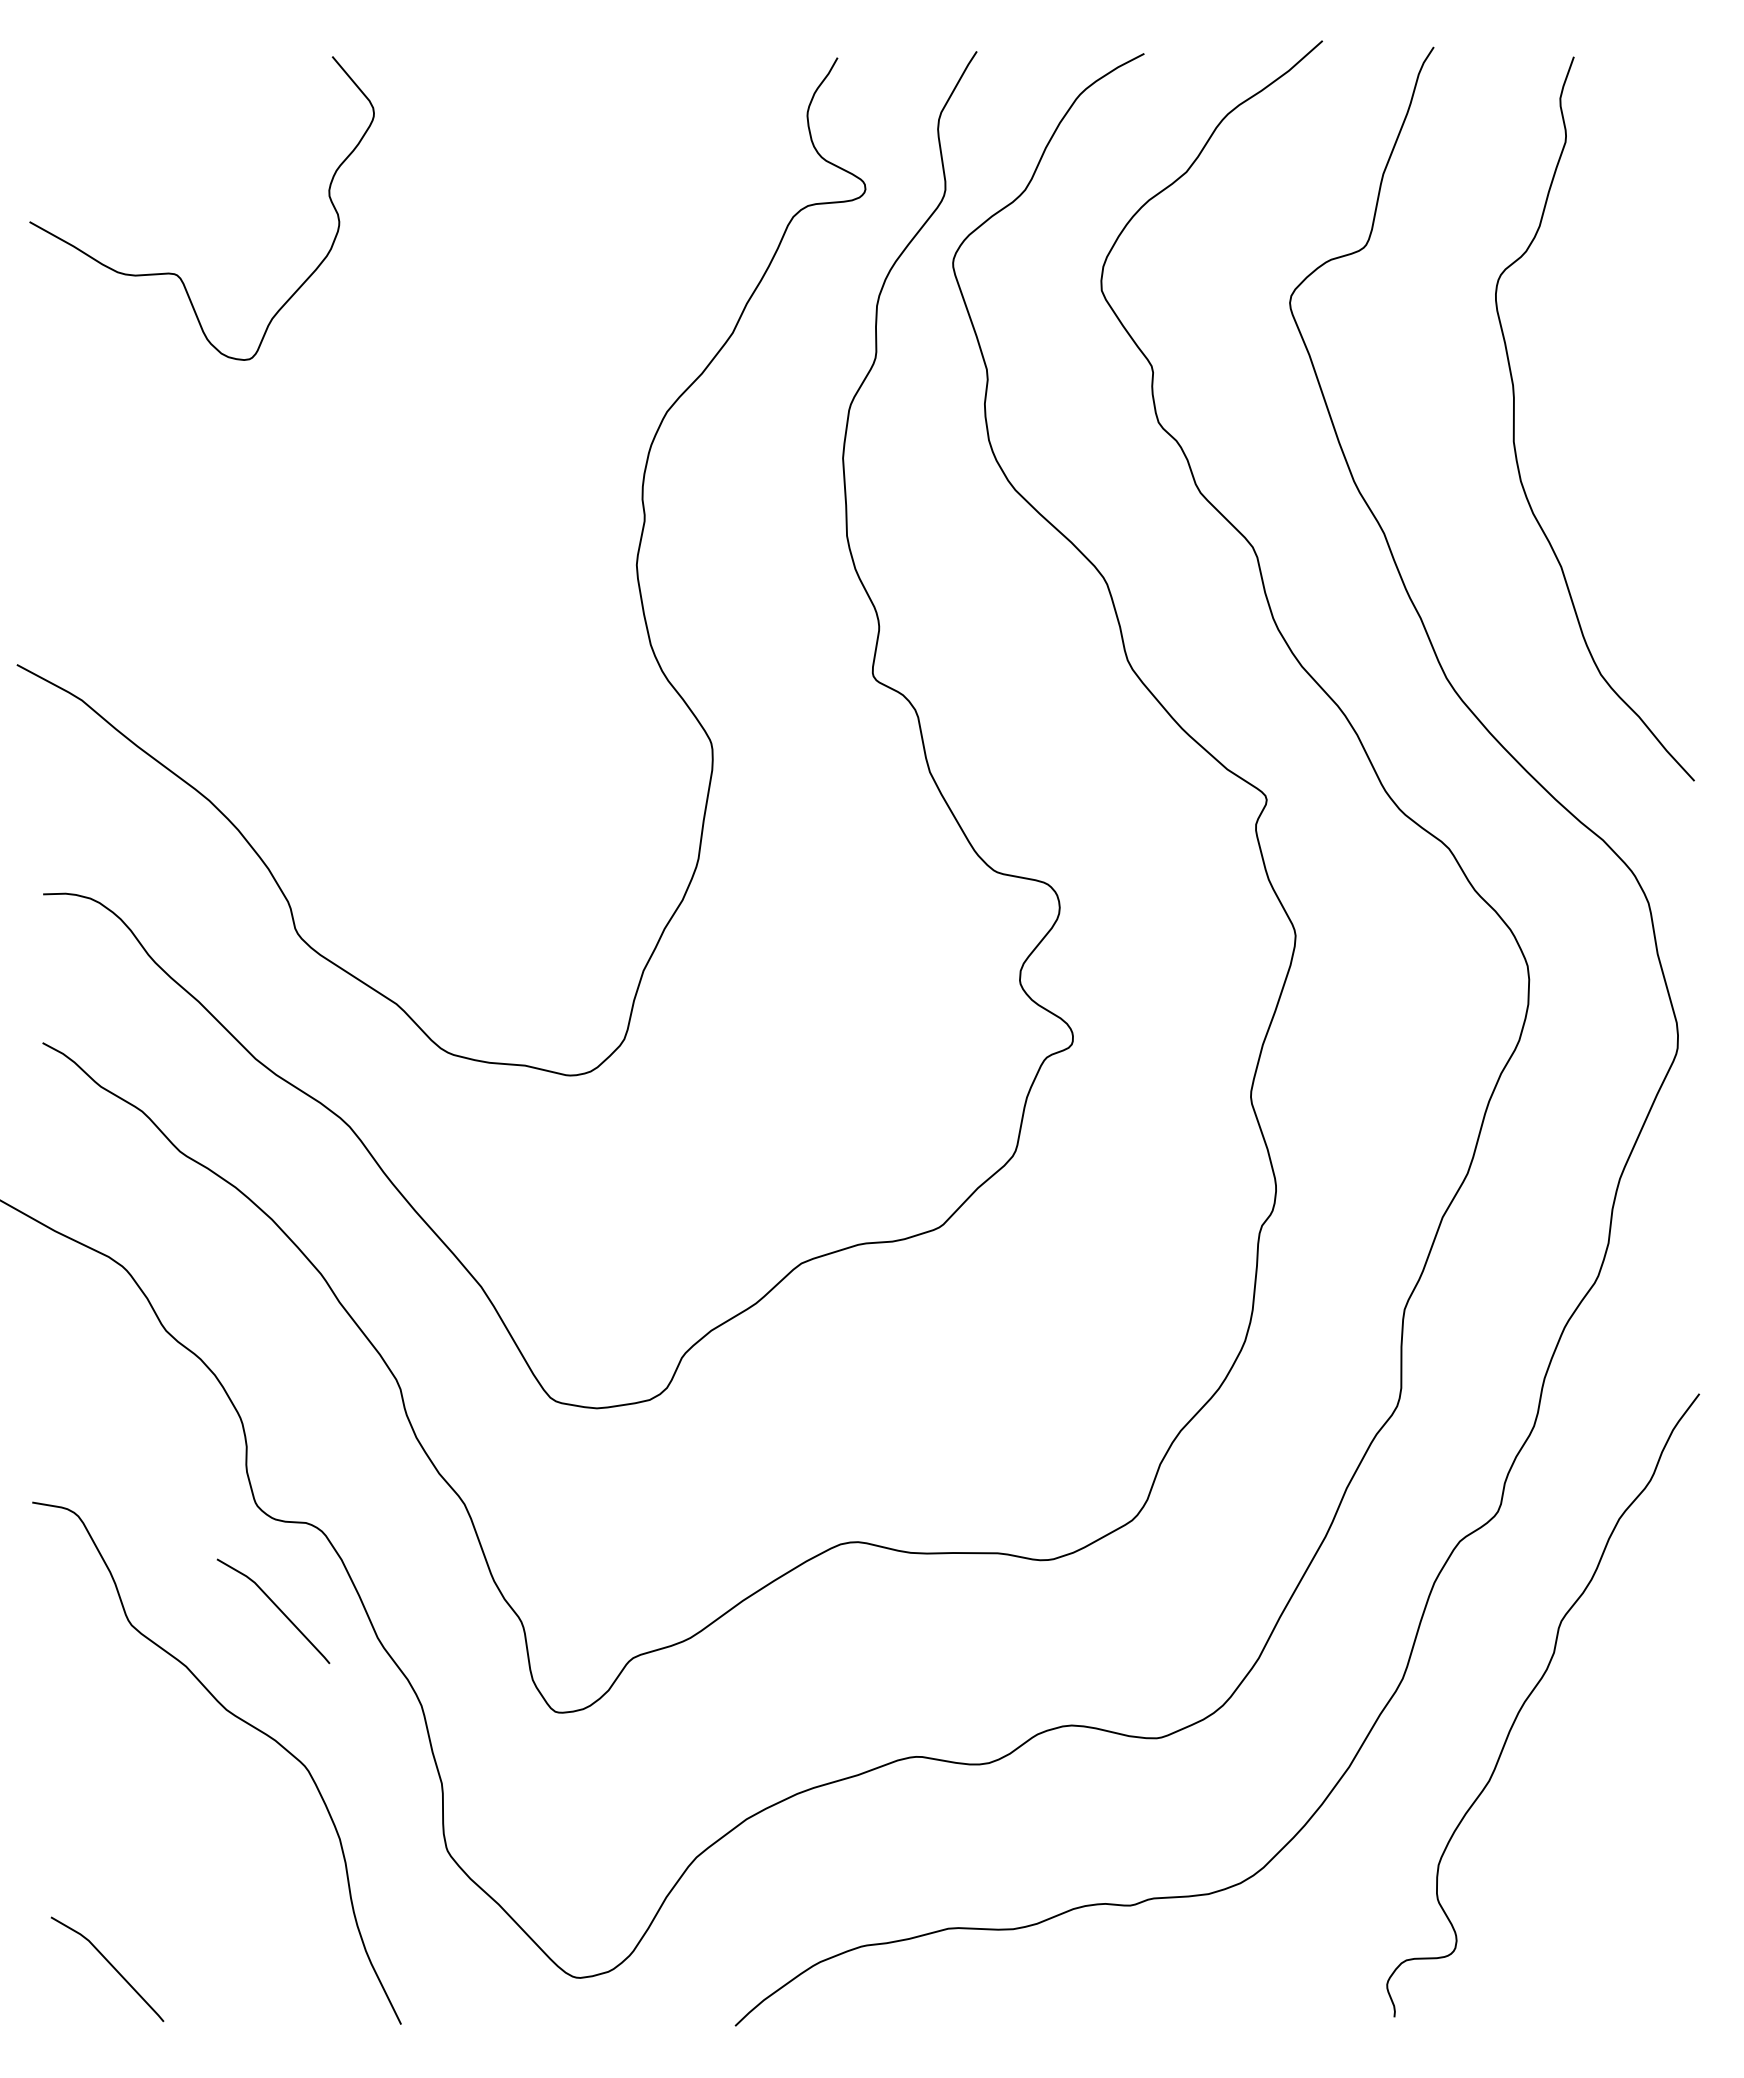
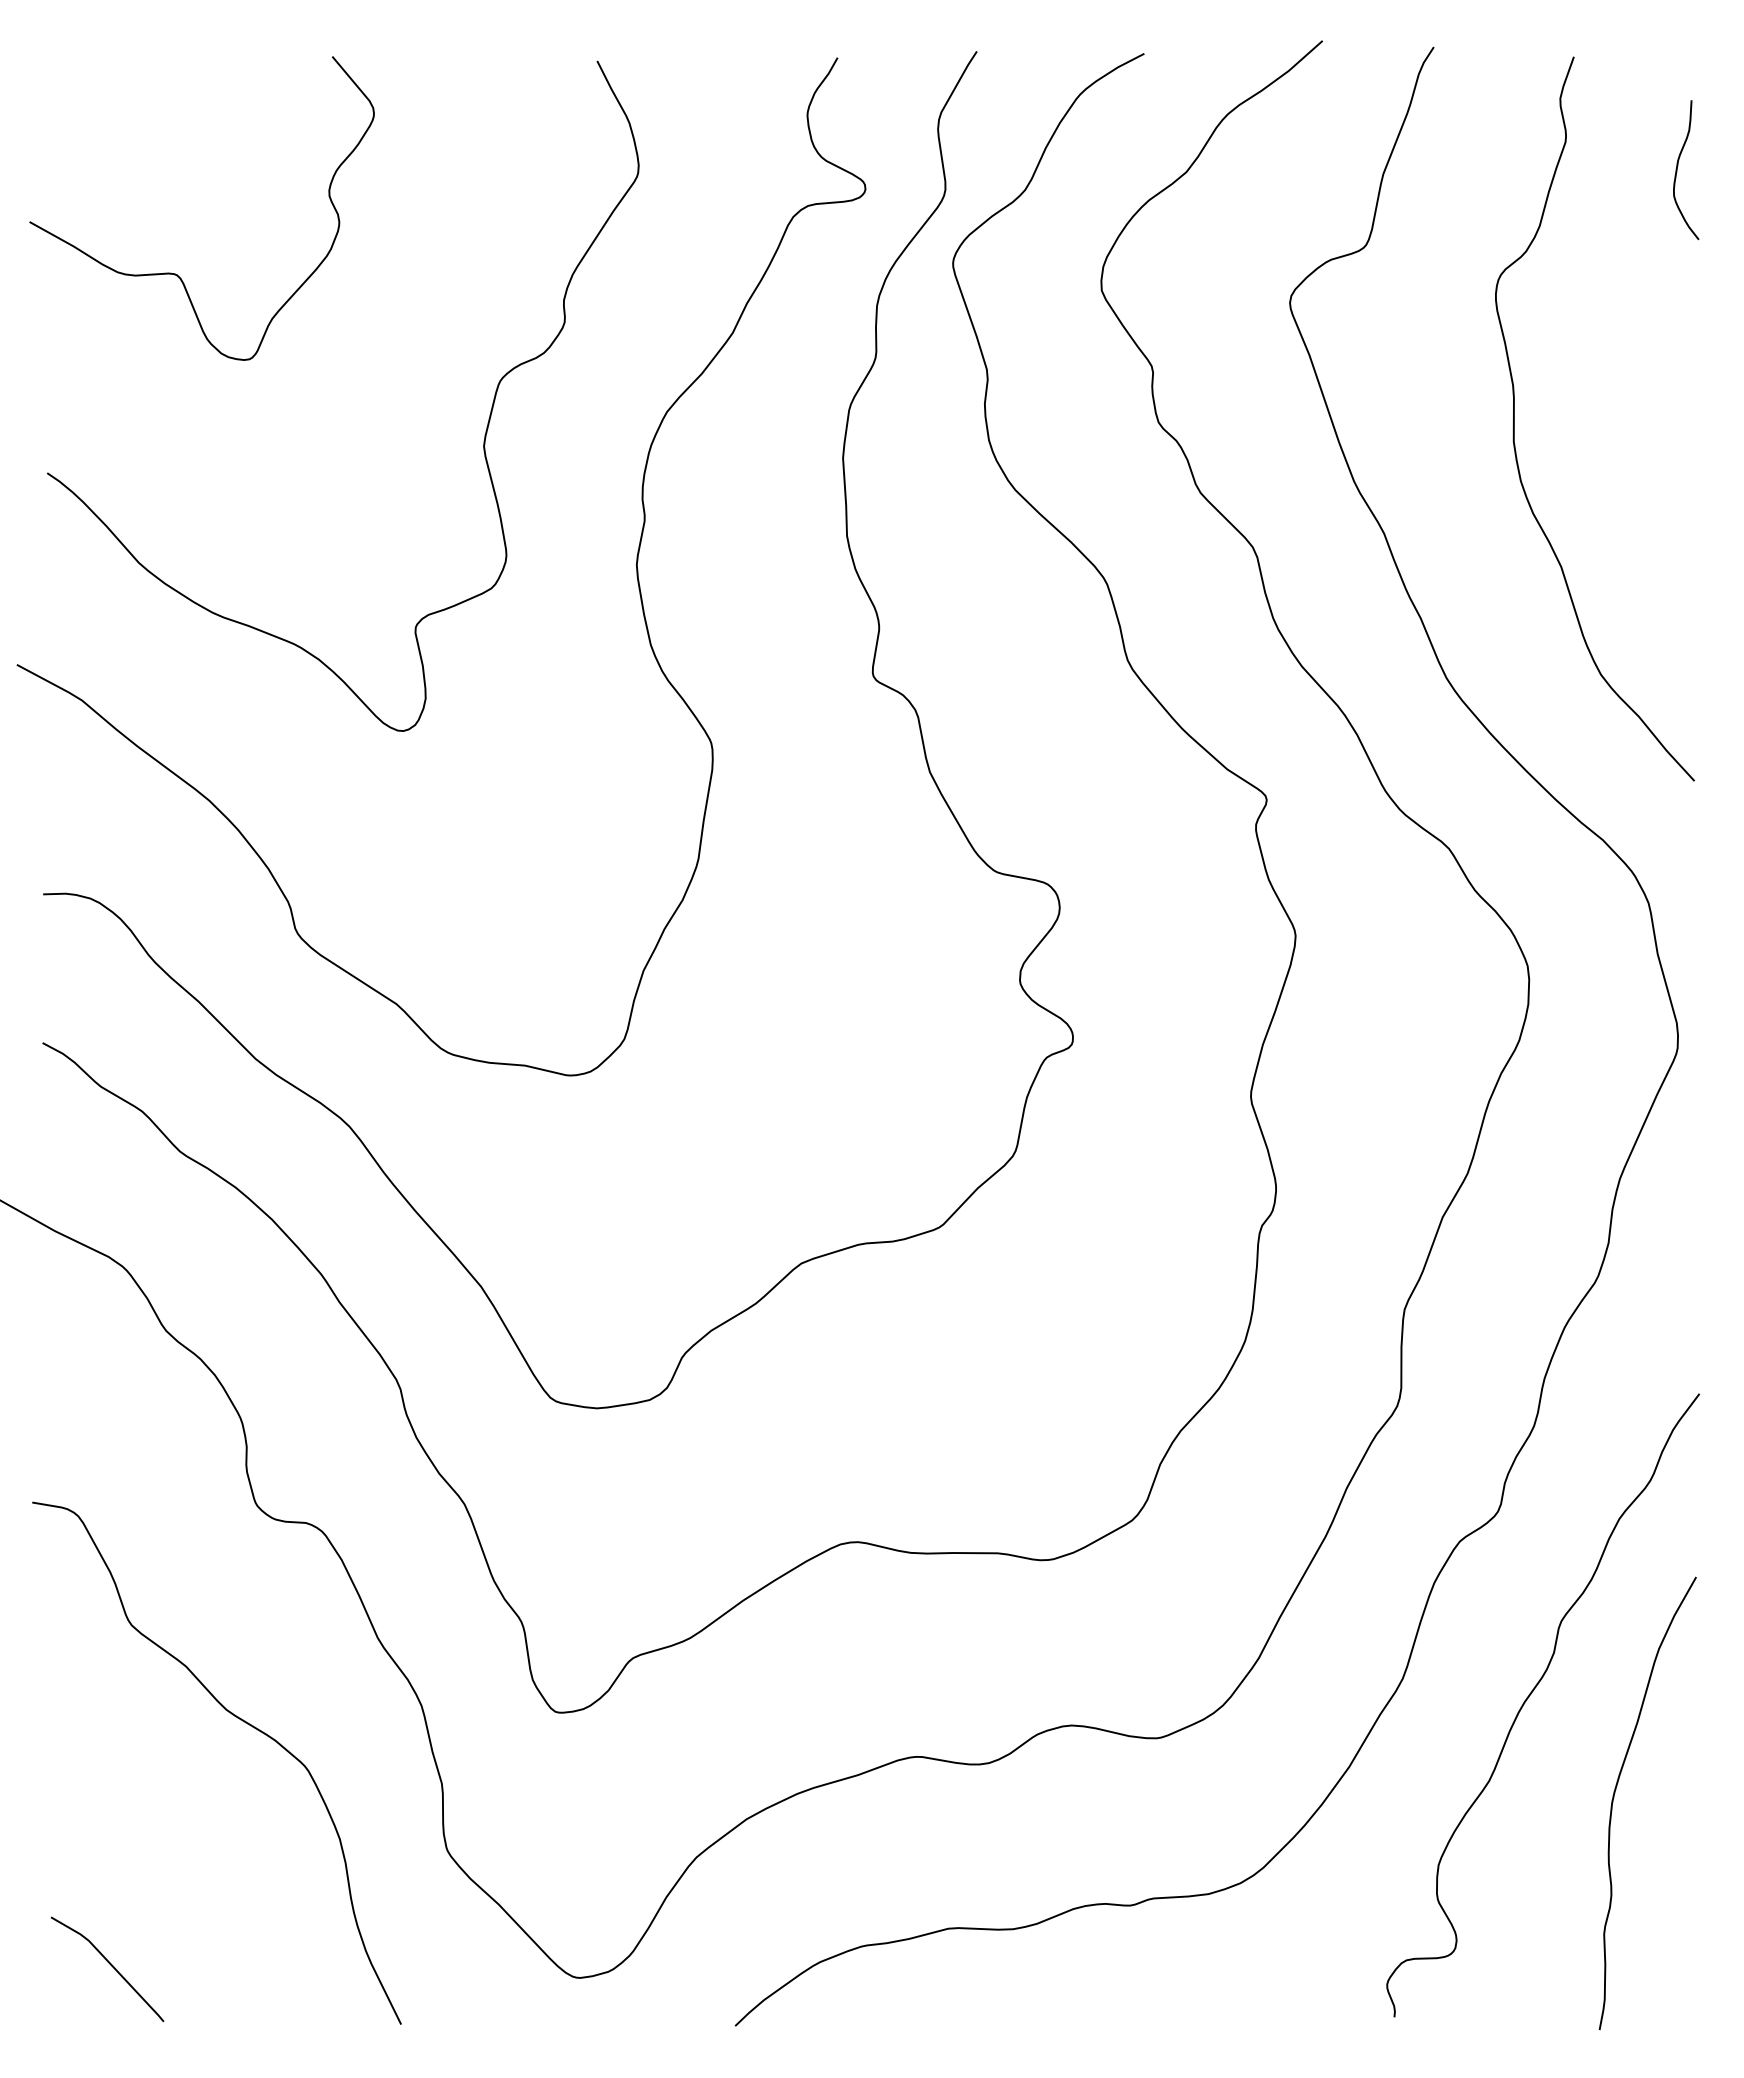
curve at (1678, 166): none -> present
curve at (486, 426): none -> present
line at (276, 1607): present -> none
curve at (1614, 1798): none -> present
